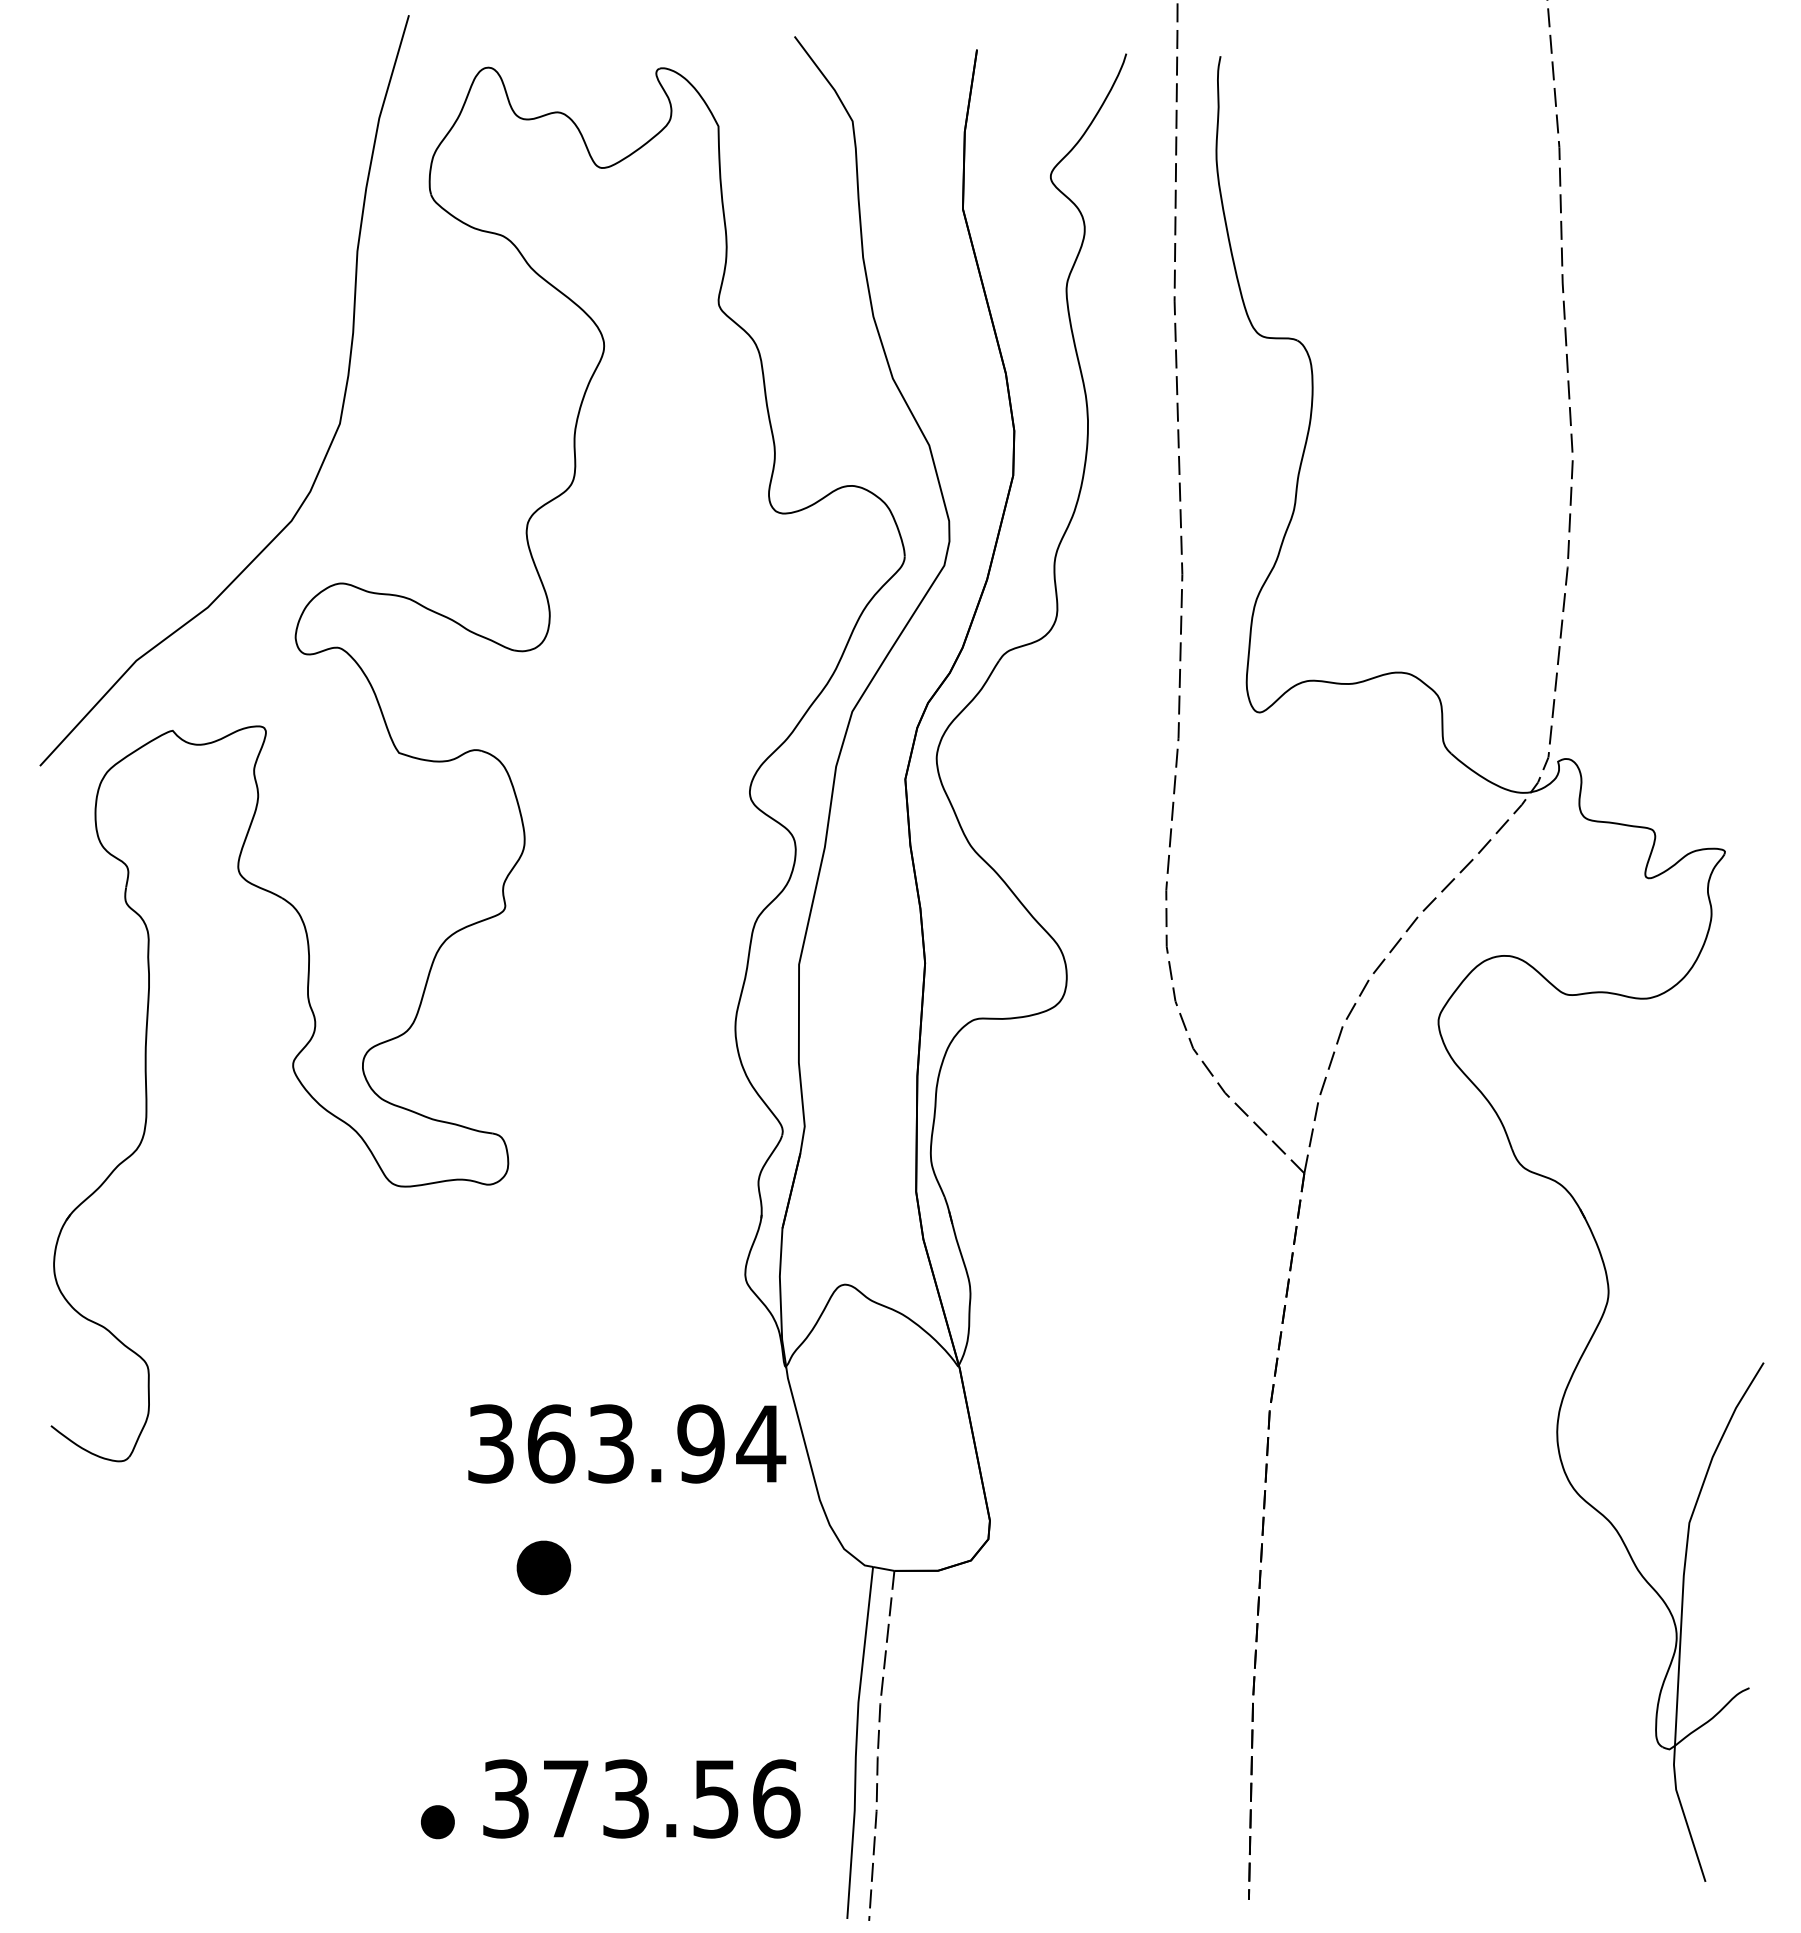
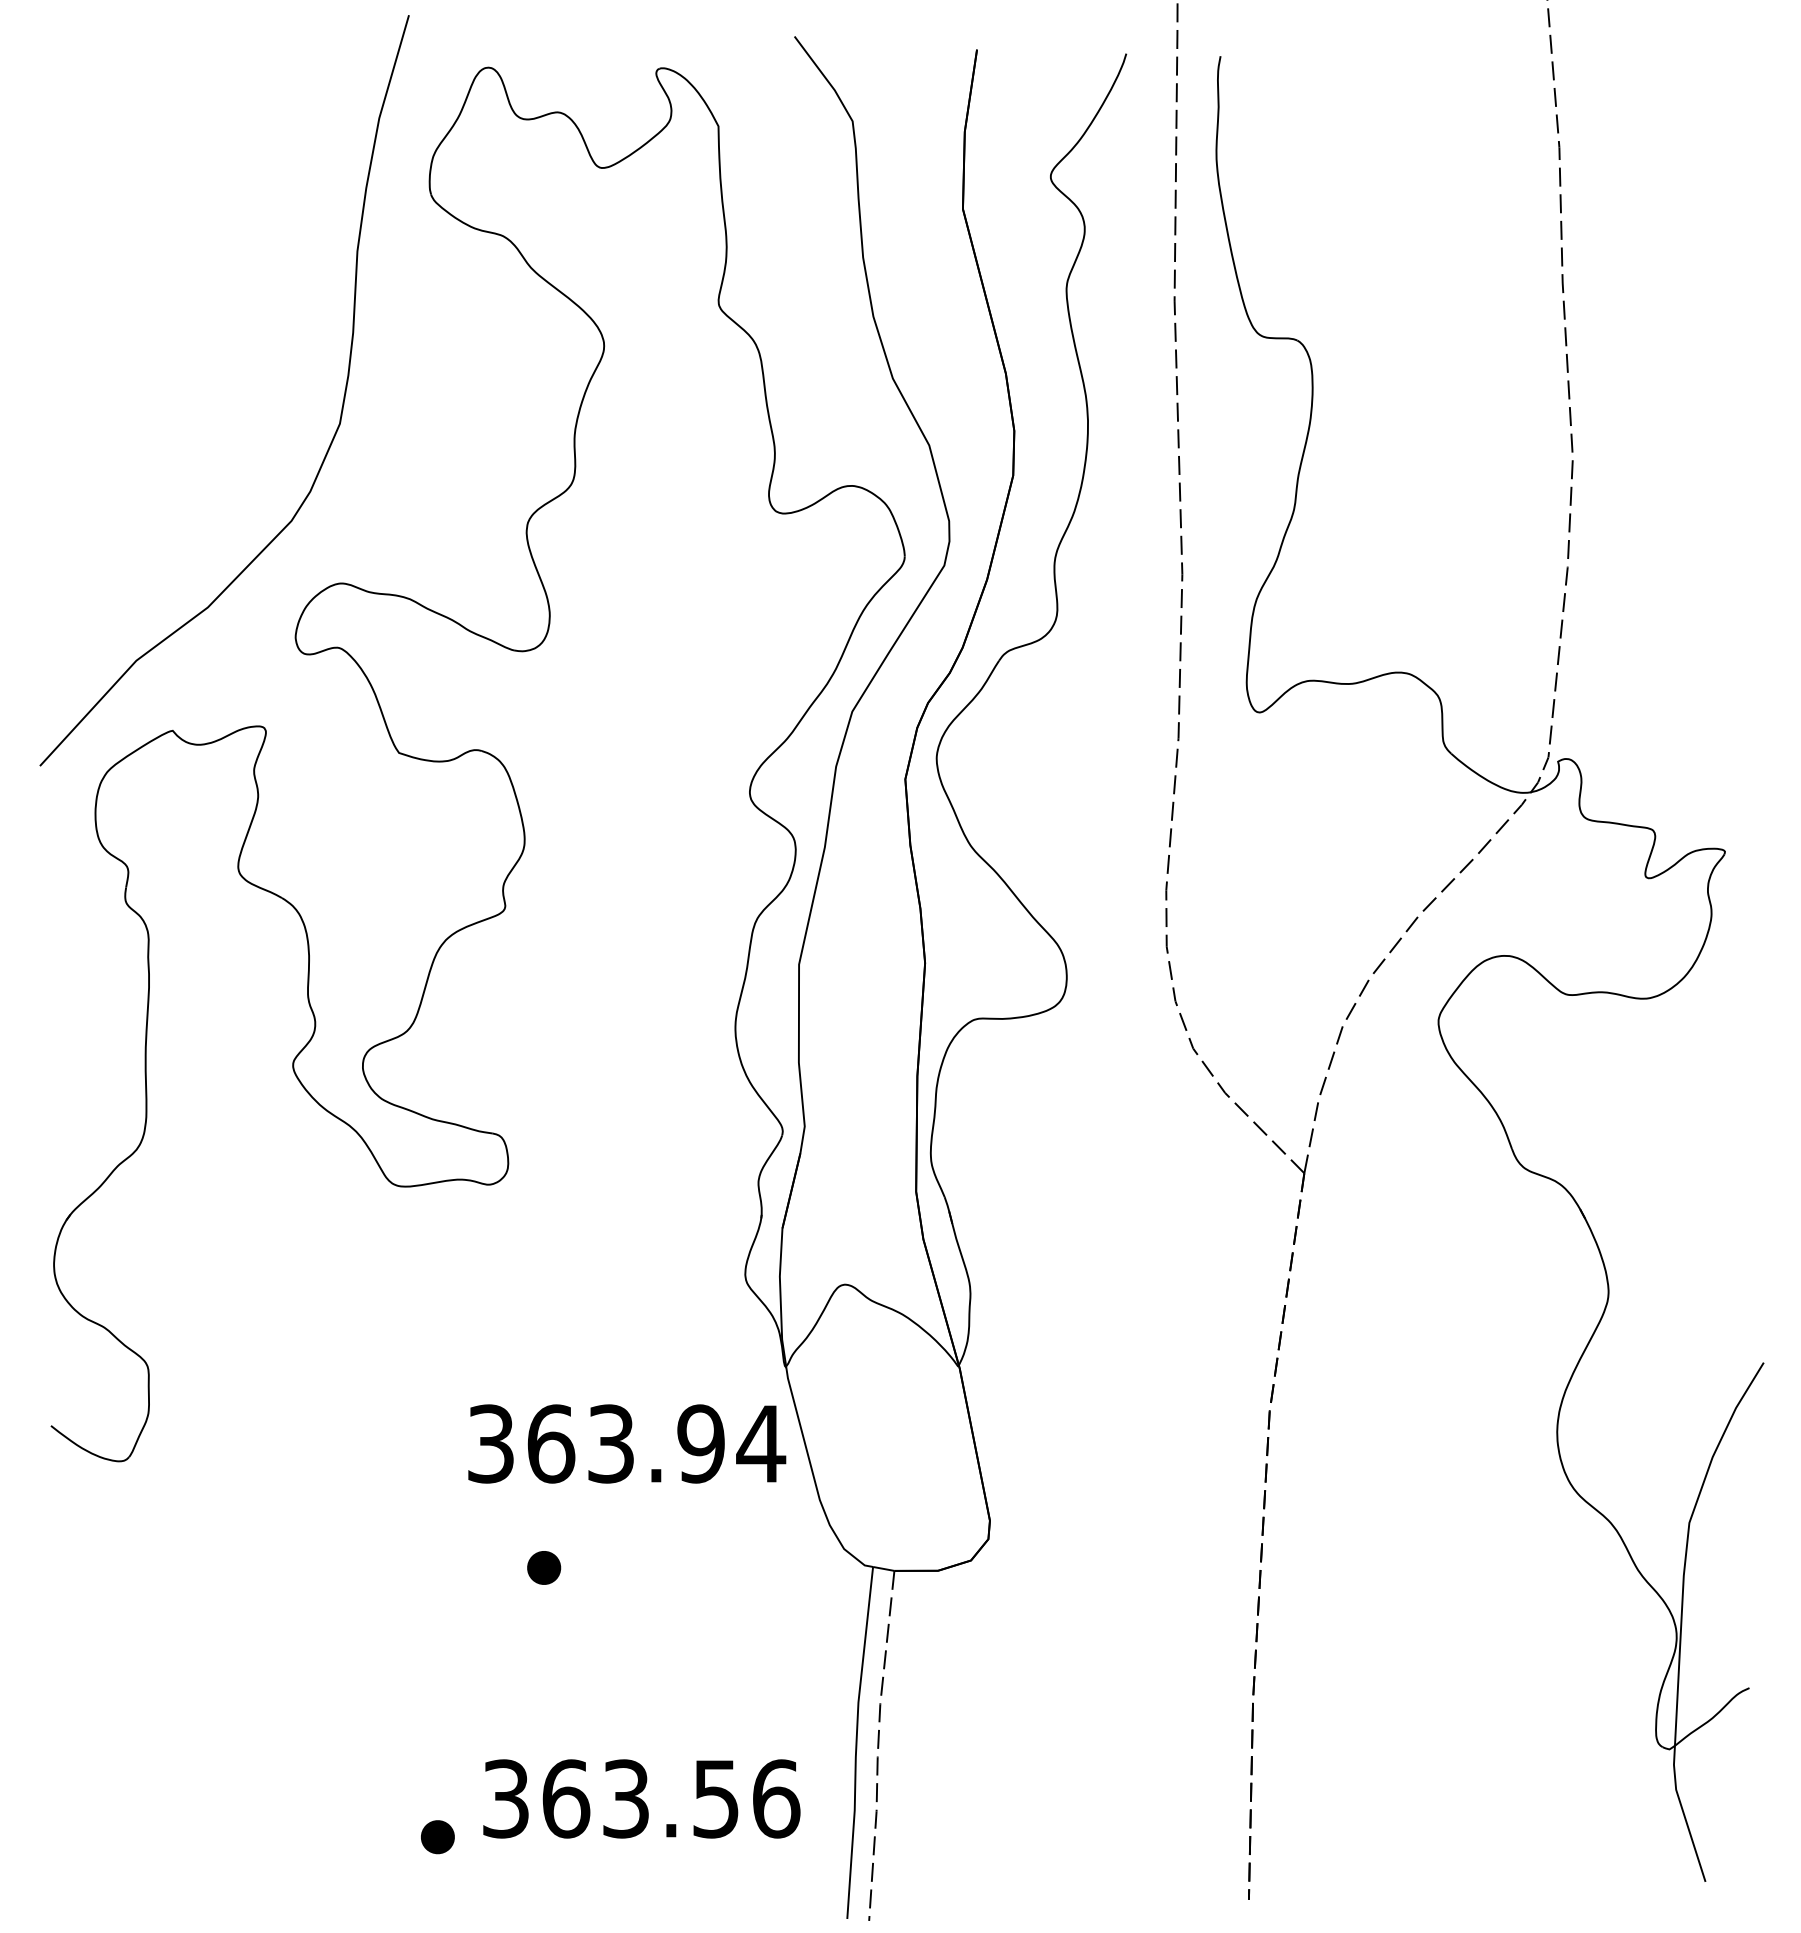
part at (543, 1567) size: 56x56 px -> 35x34 px
text at (566, 1798): 373.56 -> 363.56
part at (437, 1822) position: (437, 1822) -> (437, 1837)
